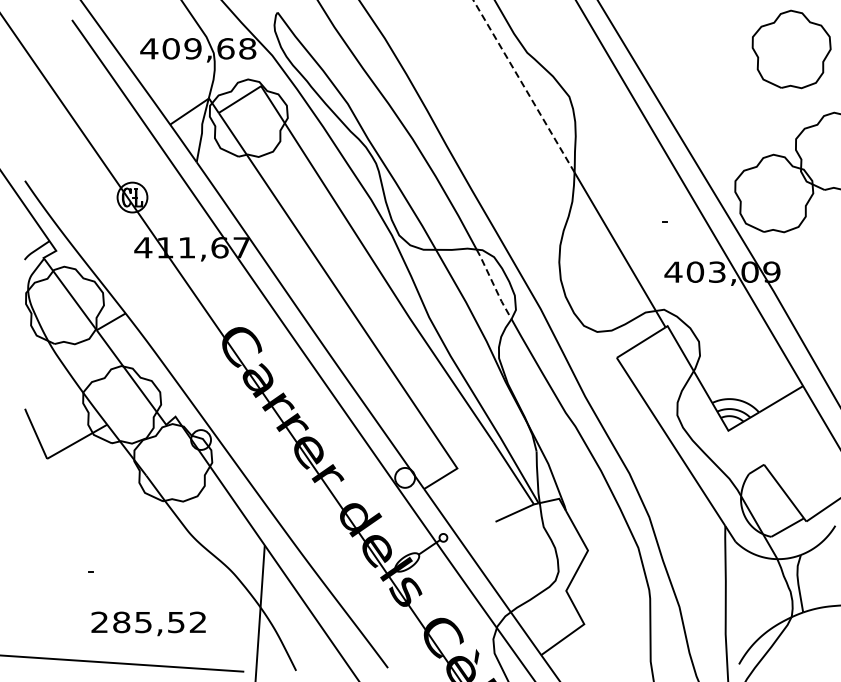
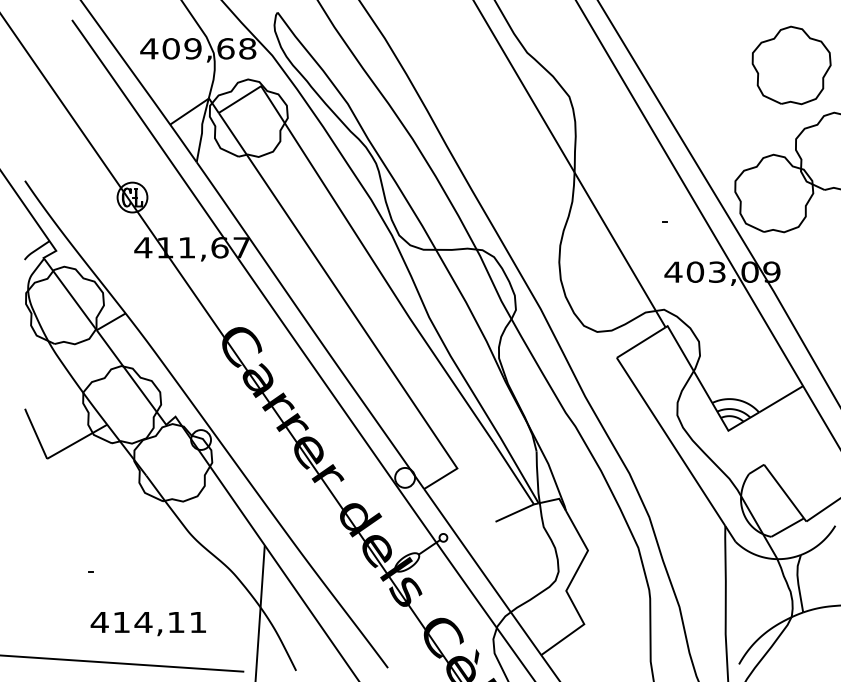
part at (791, 49) position: (791, 49) -> (791, 65)
line at (524, 86): dashed -> solid
line at (493, 285): dashed -> solid
text at (147, 622): 285,52 -> 414,11
